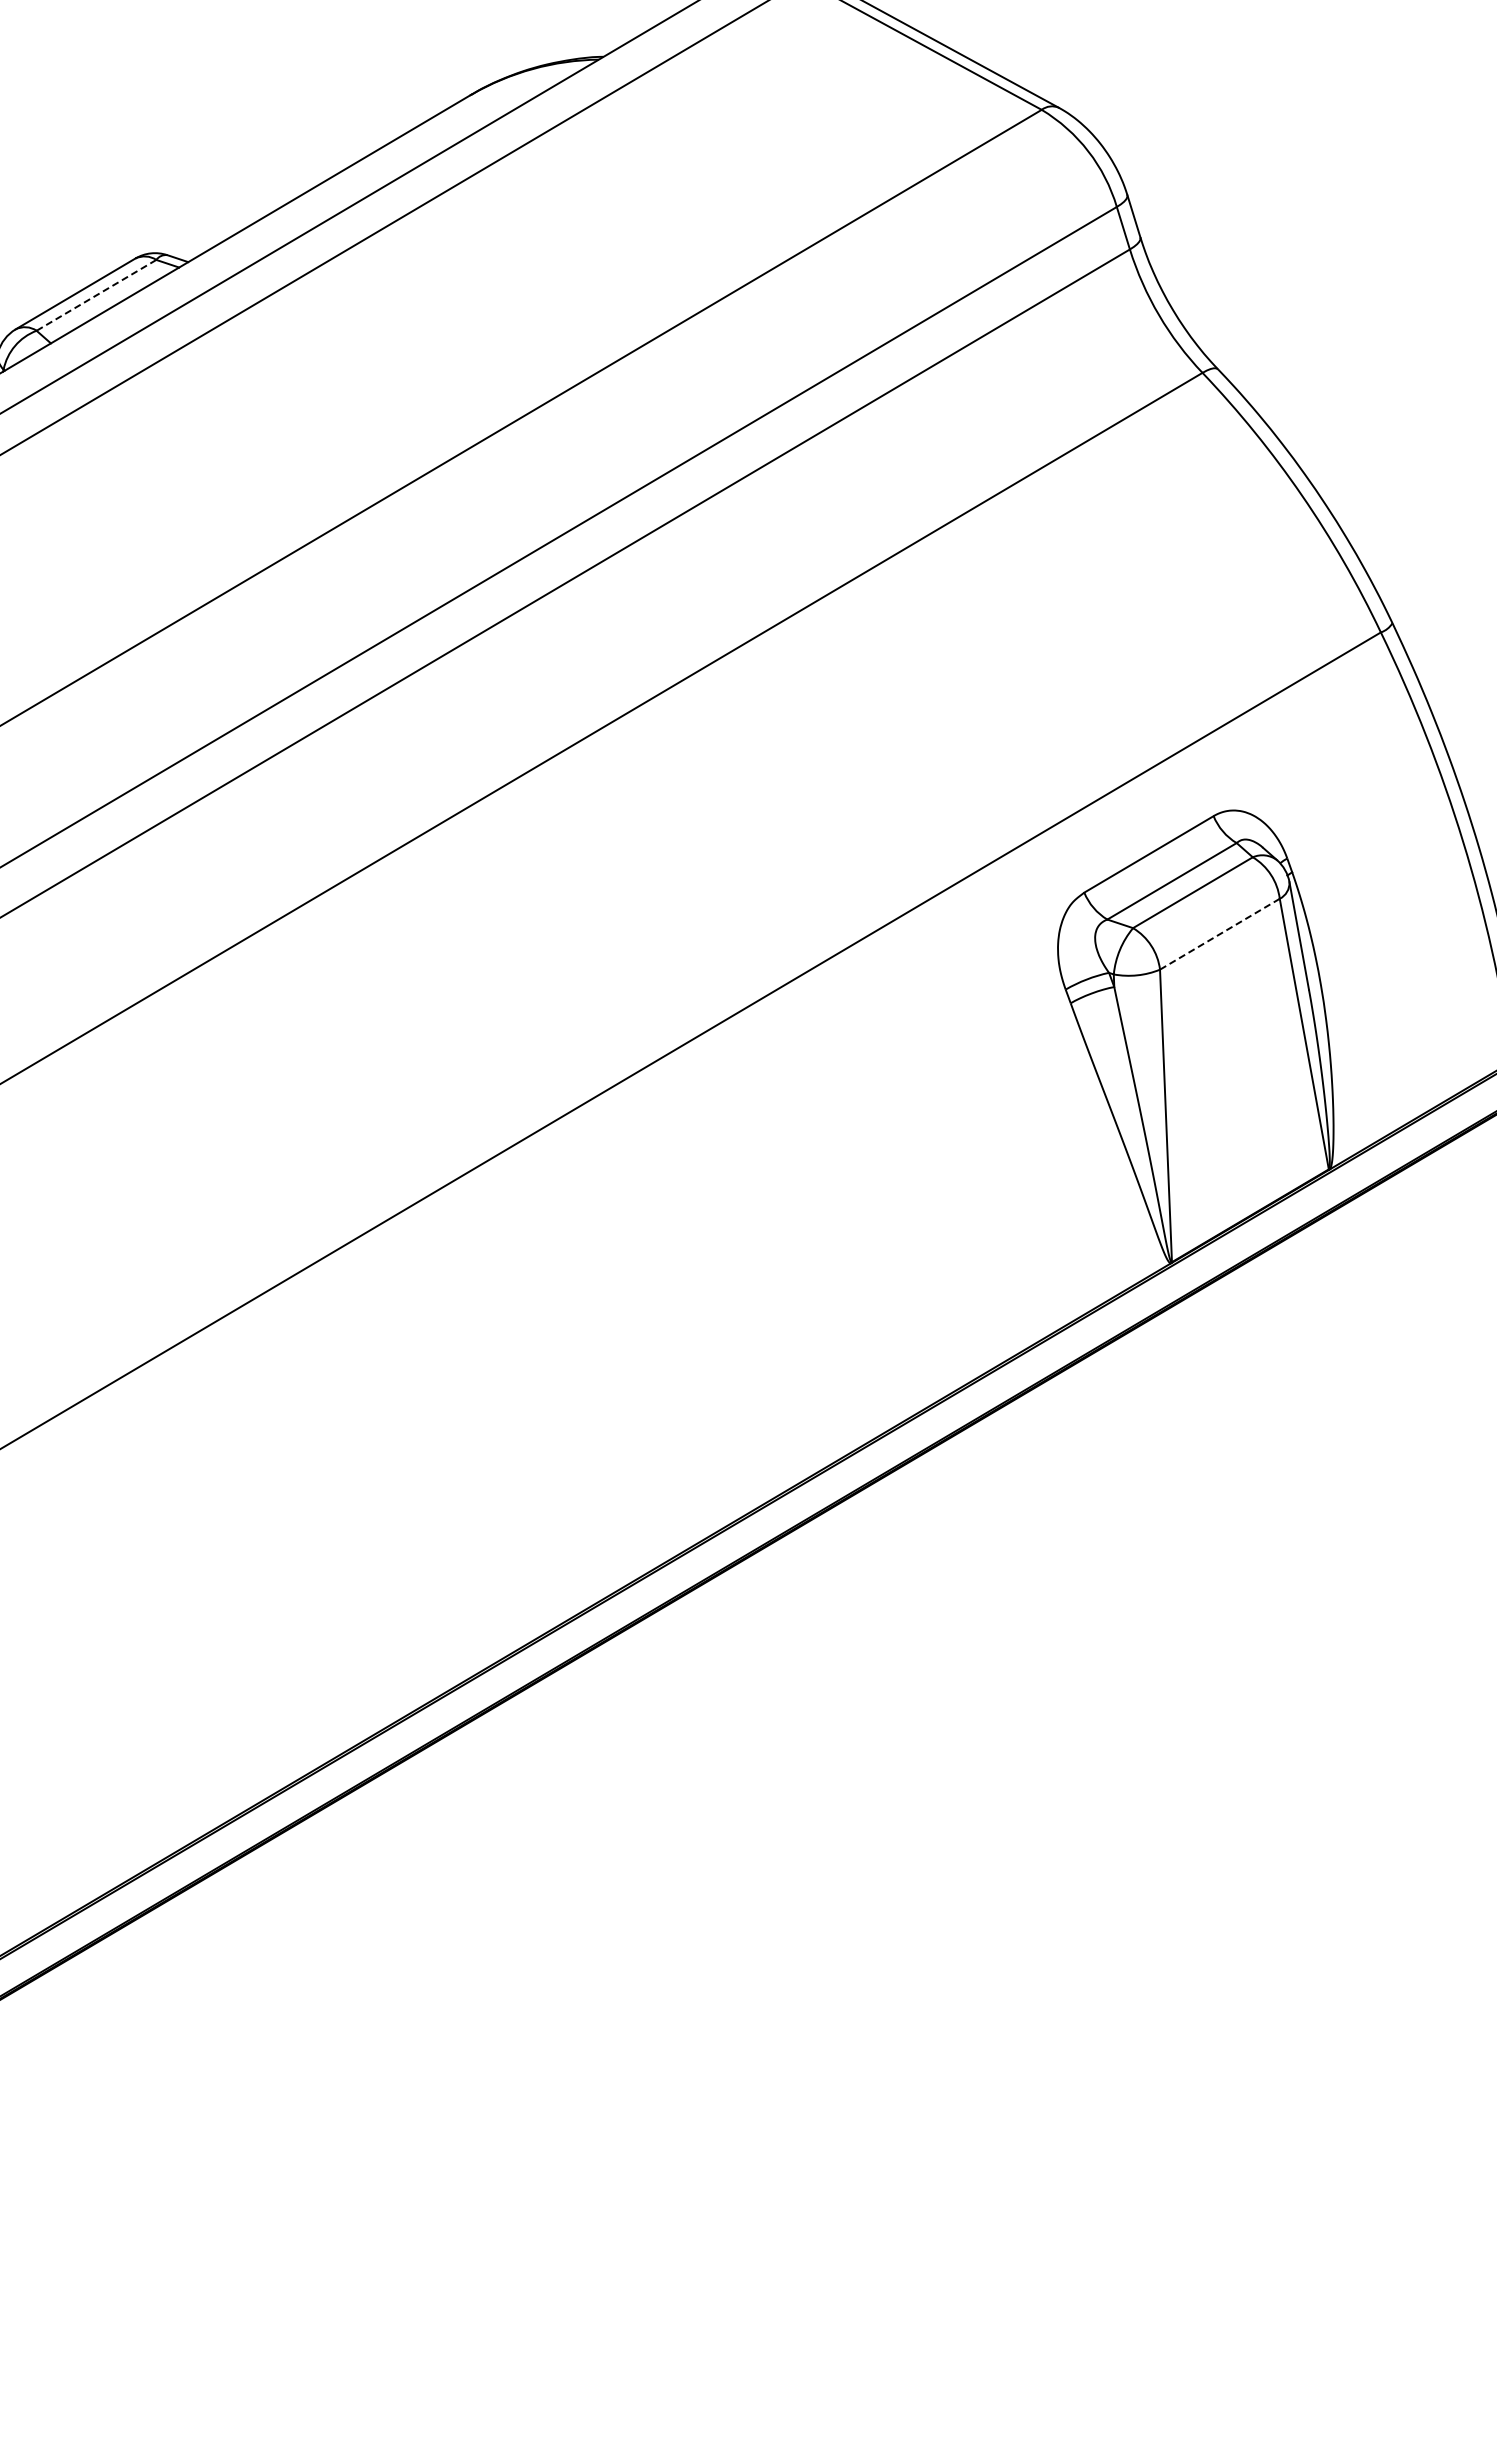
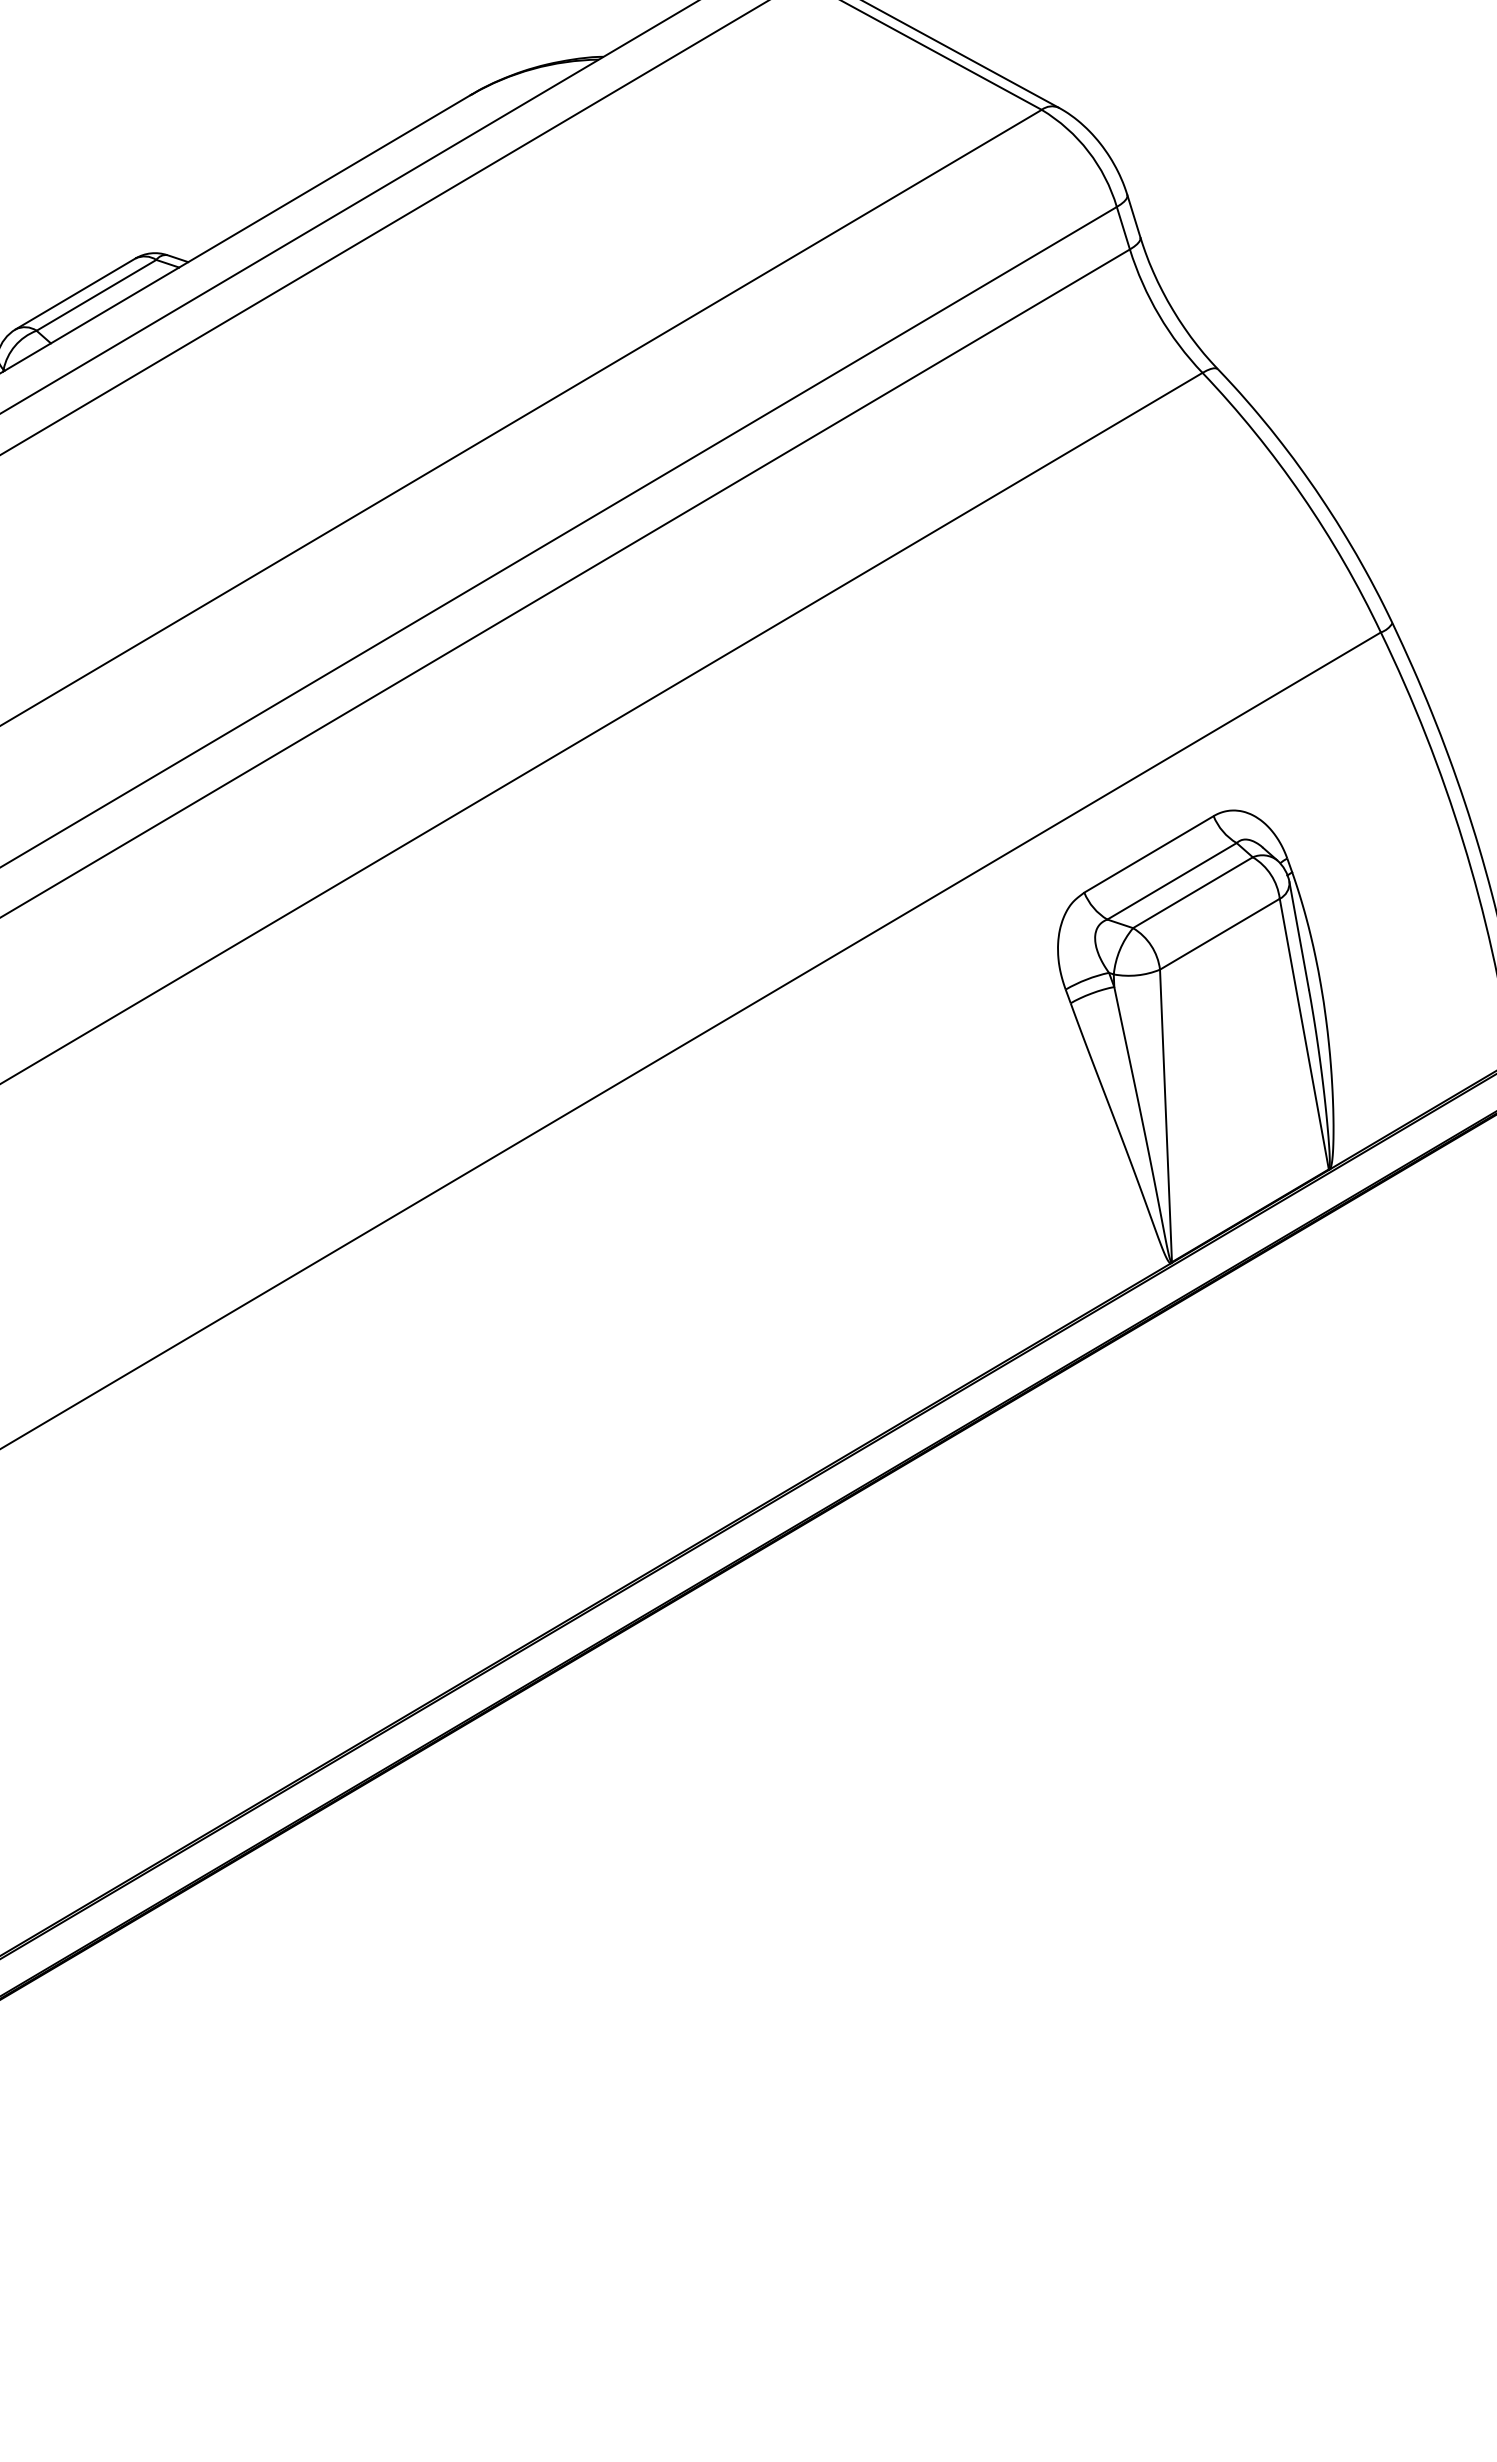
line at (96, 295): dashed -> solid
line at (1219, 934): dashed -> solid
